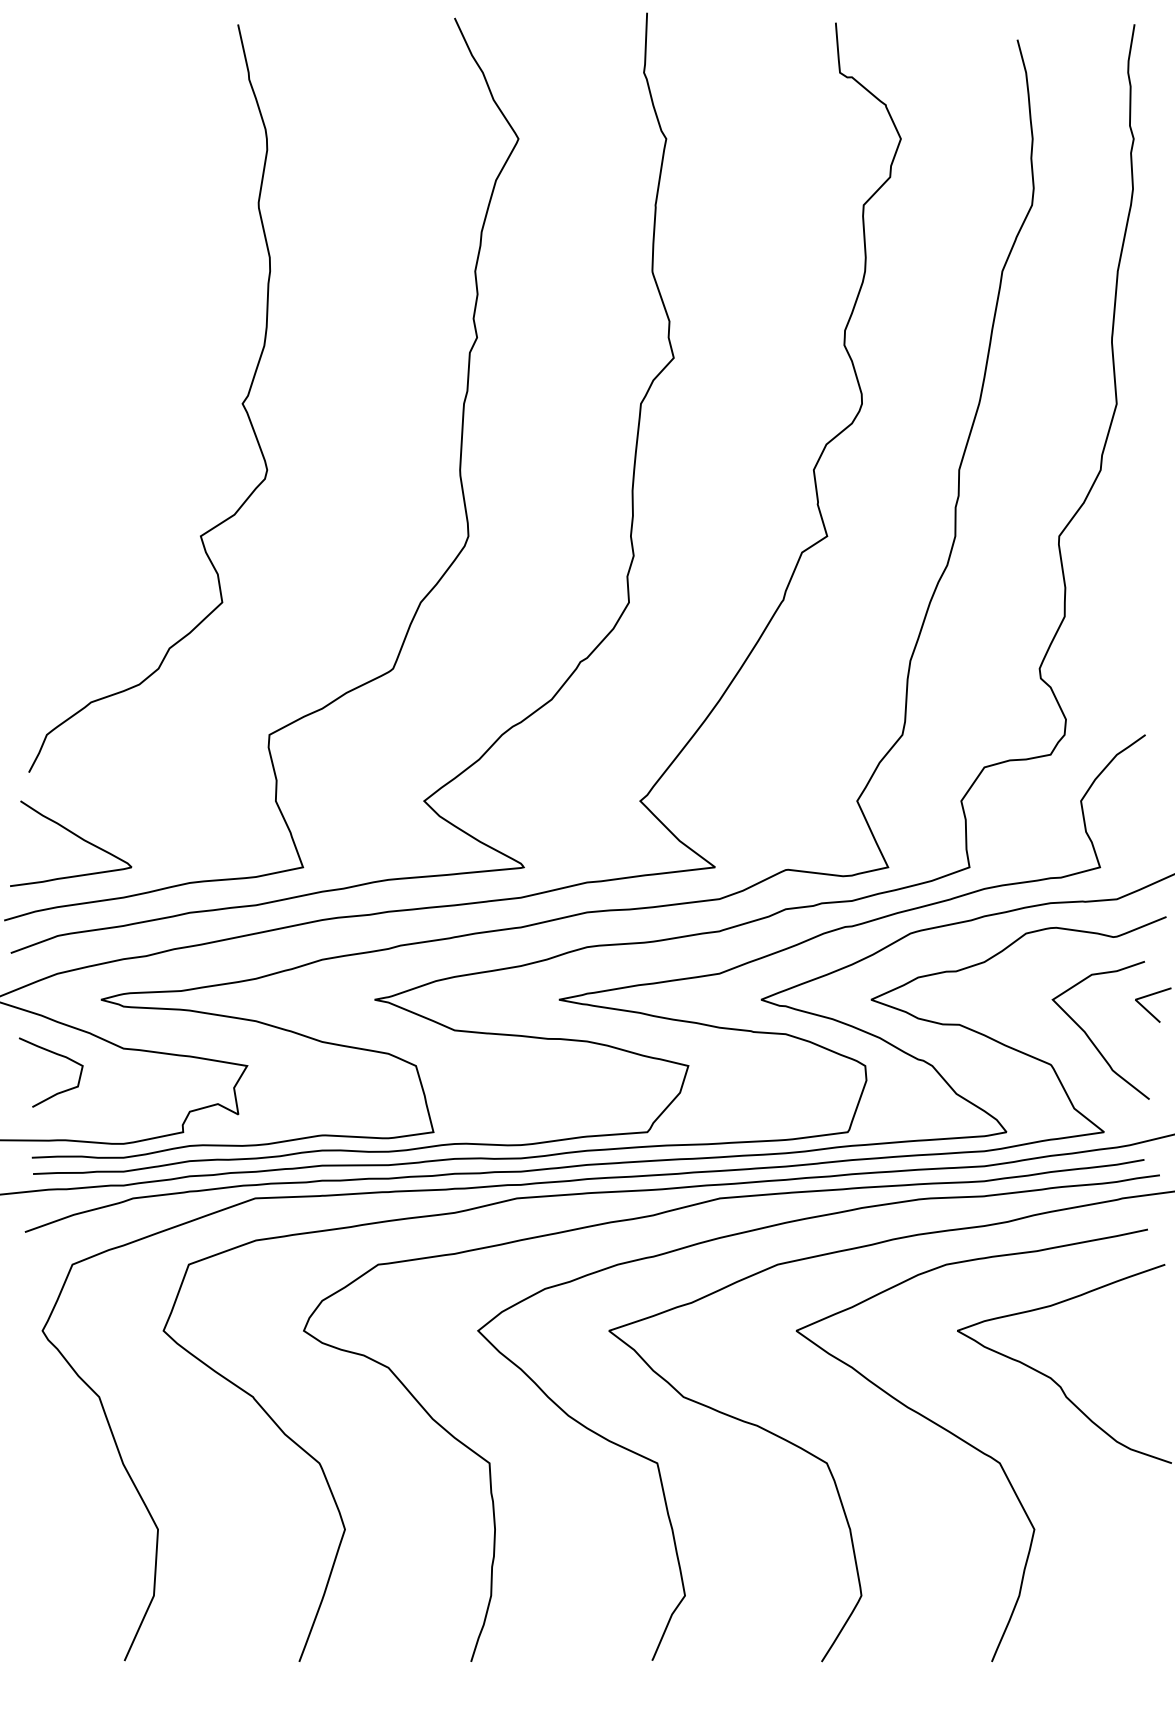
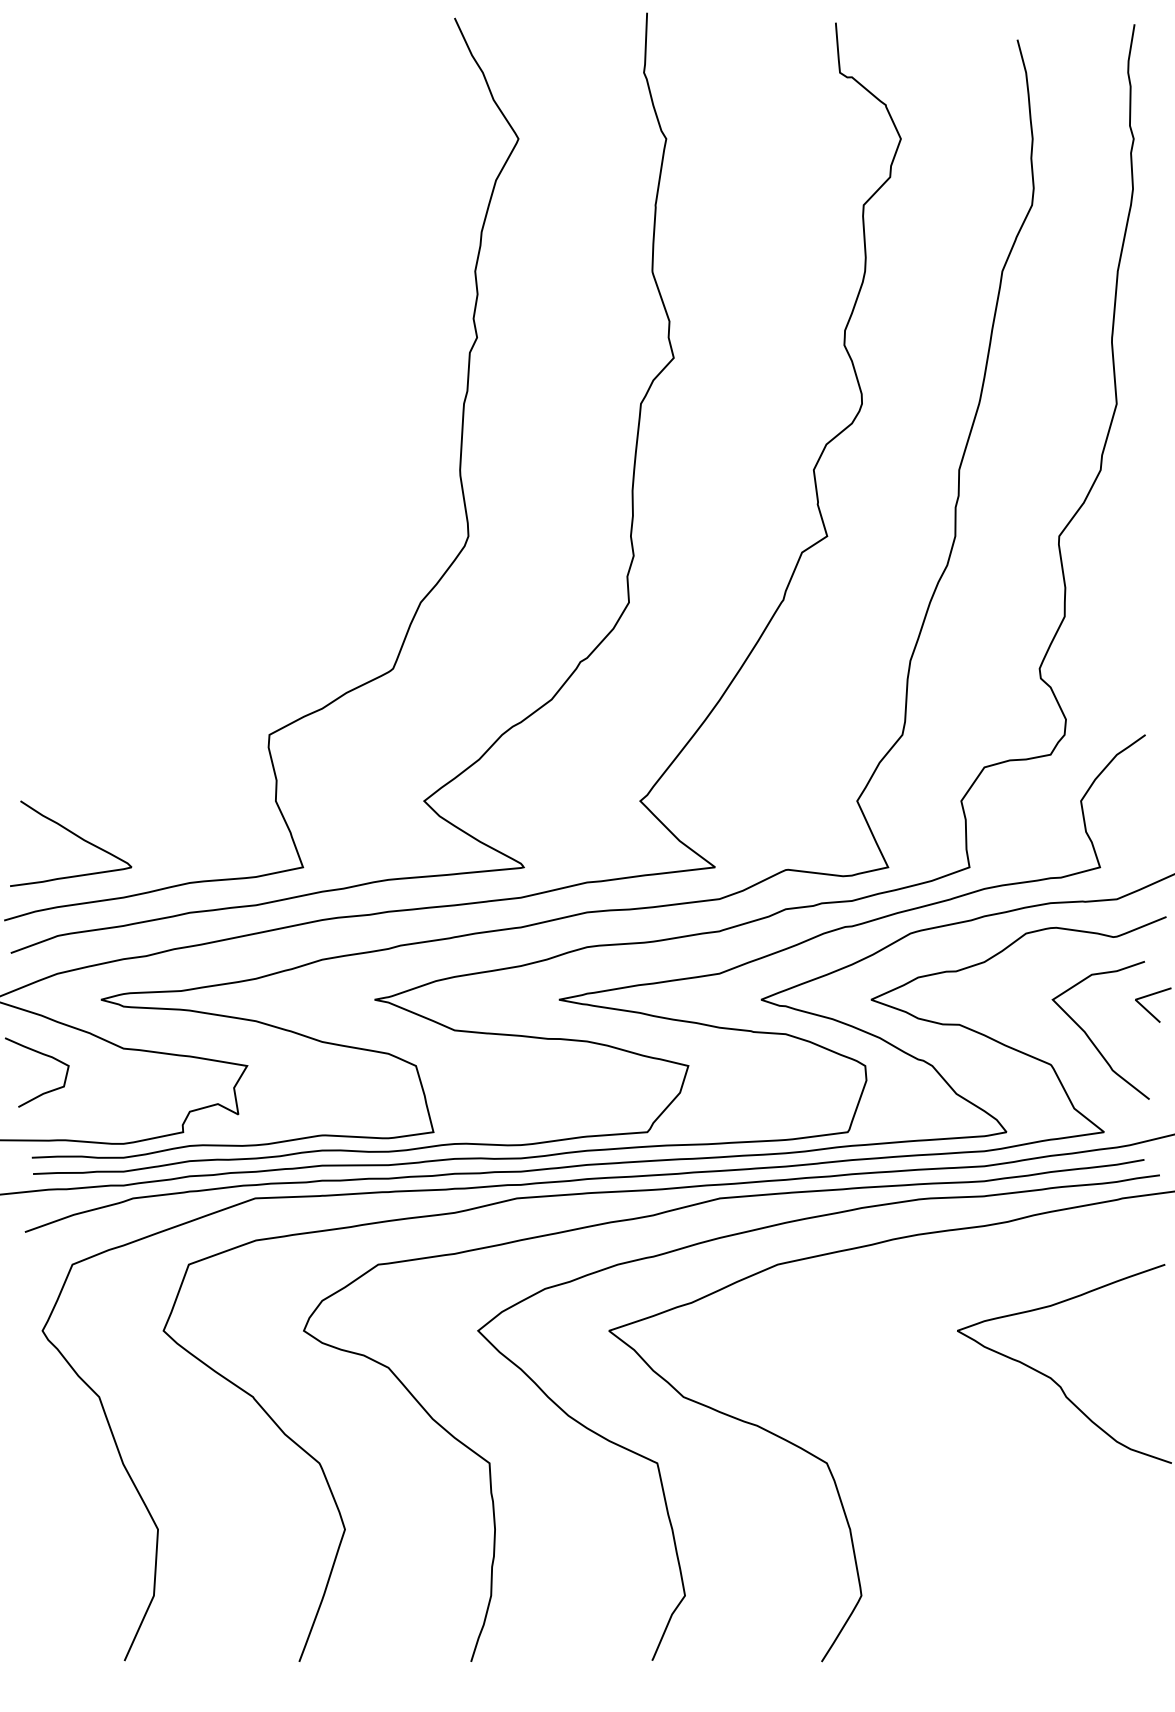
curve at (241, 403): present -> none
curve at (57, 1055) position: (57, 1055) -> (43, 1055)
curve at (971, 1445): present -> none
